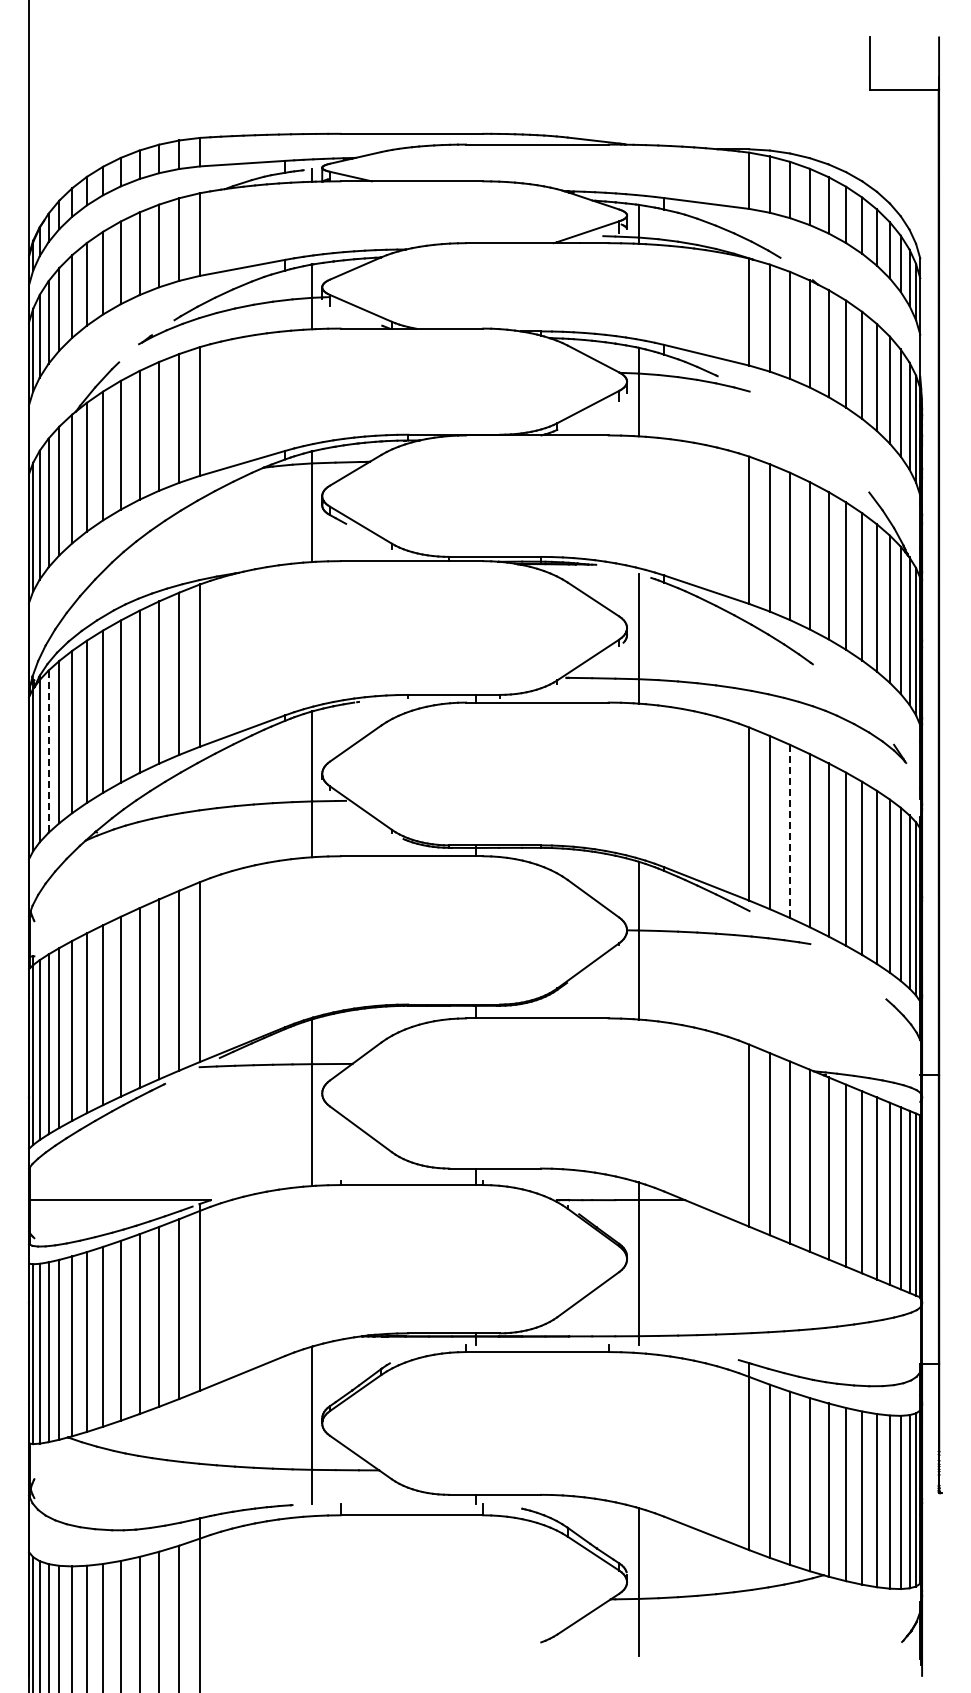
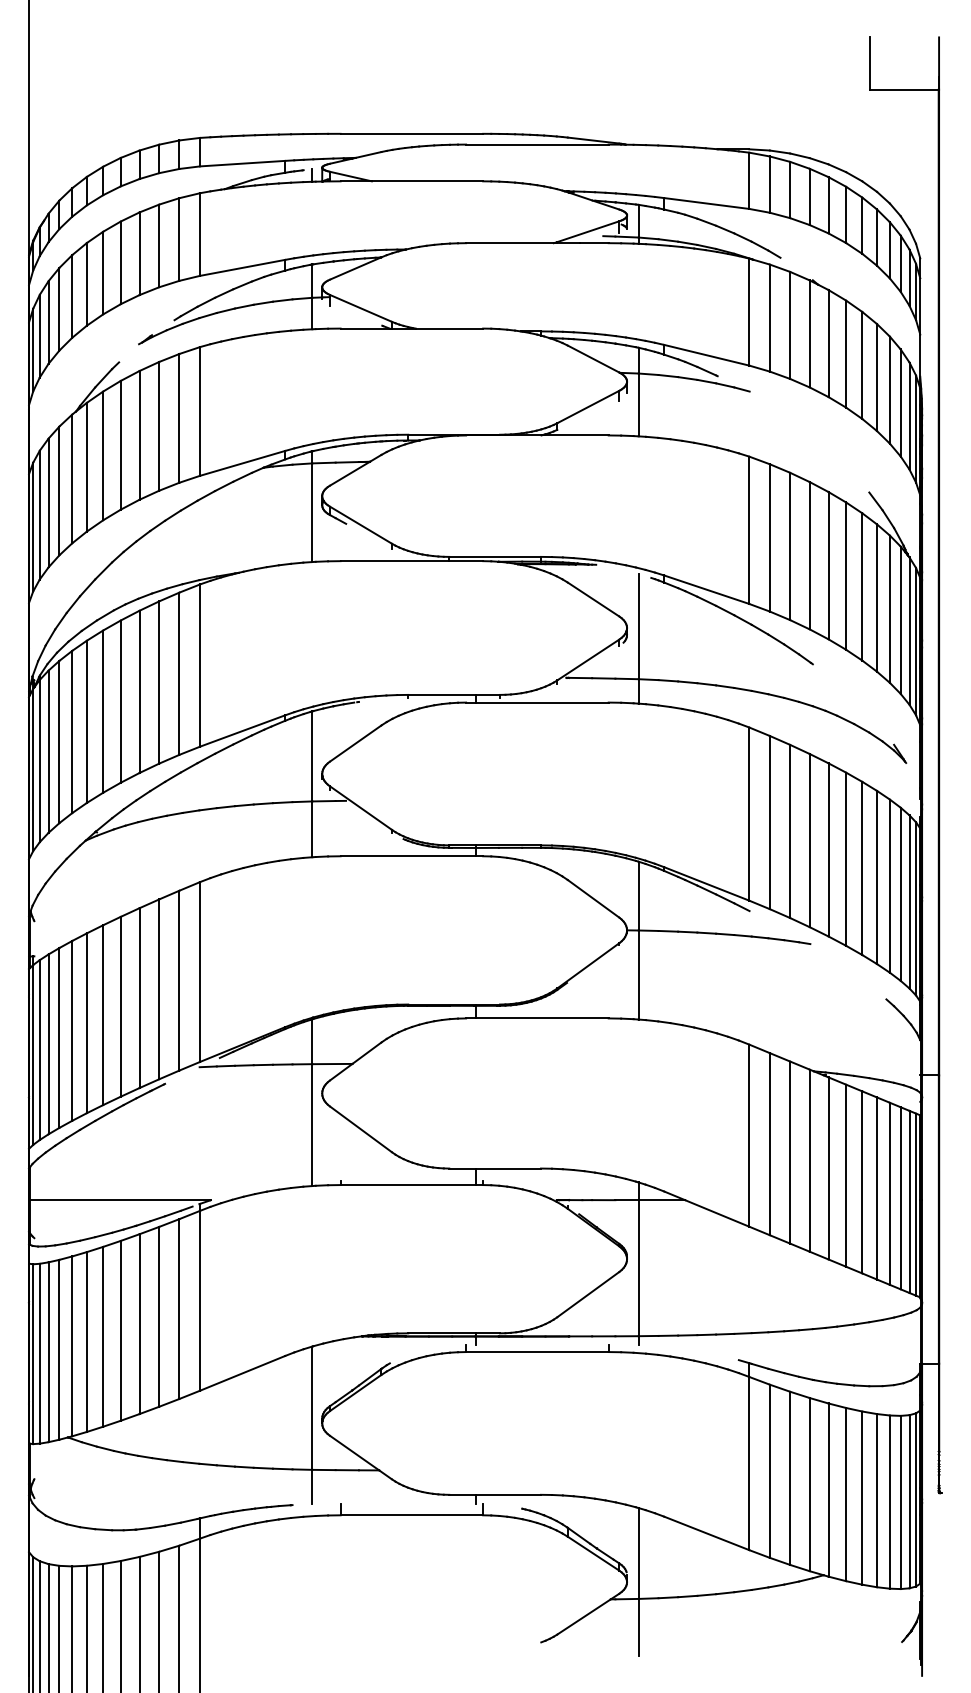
line at (48, 752): dashed -> solid
line at (790, 831): dashed -> solid
